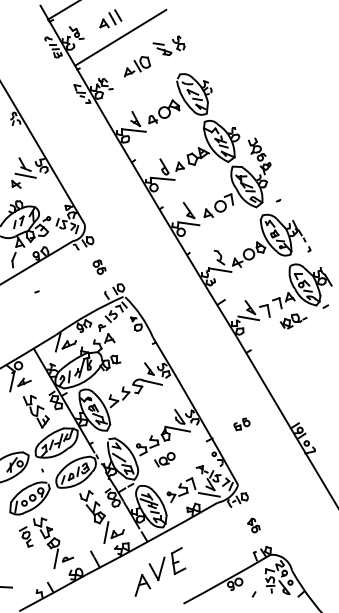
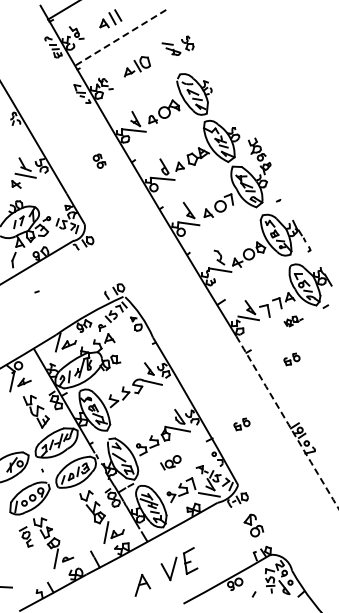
line at (120, 38): solid -> dashed
part at (168, 45) position: (168, 45) -> (177, 45)
part at (99, 266) position: (99, 266) -> (99, 160)
part at (293, 321) size: 29x17 px -> 21x13 px
part at (291, 359): none -> present
arc at (287, 423): solid -> dashed
part at (164, 459) position: (164, 459) -> (170, 462)
part at (253, 525) size: 14x17 px -> 22x25 px
part at (167, 564) position: (167, 564) -> (179, 564)
